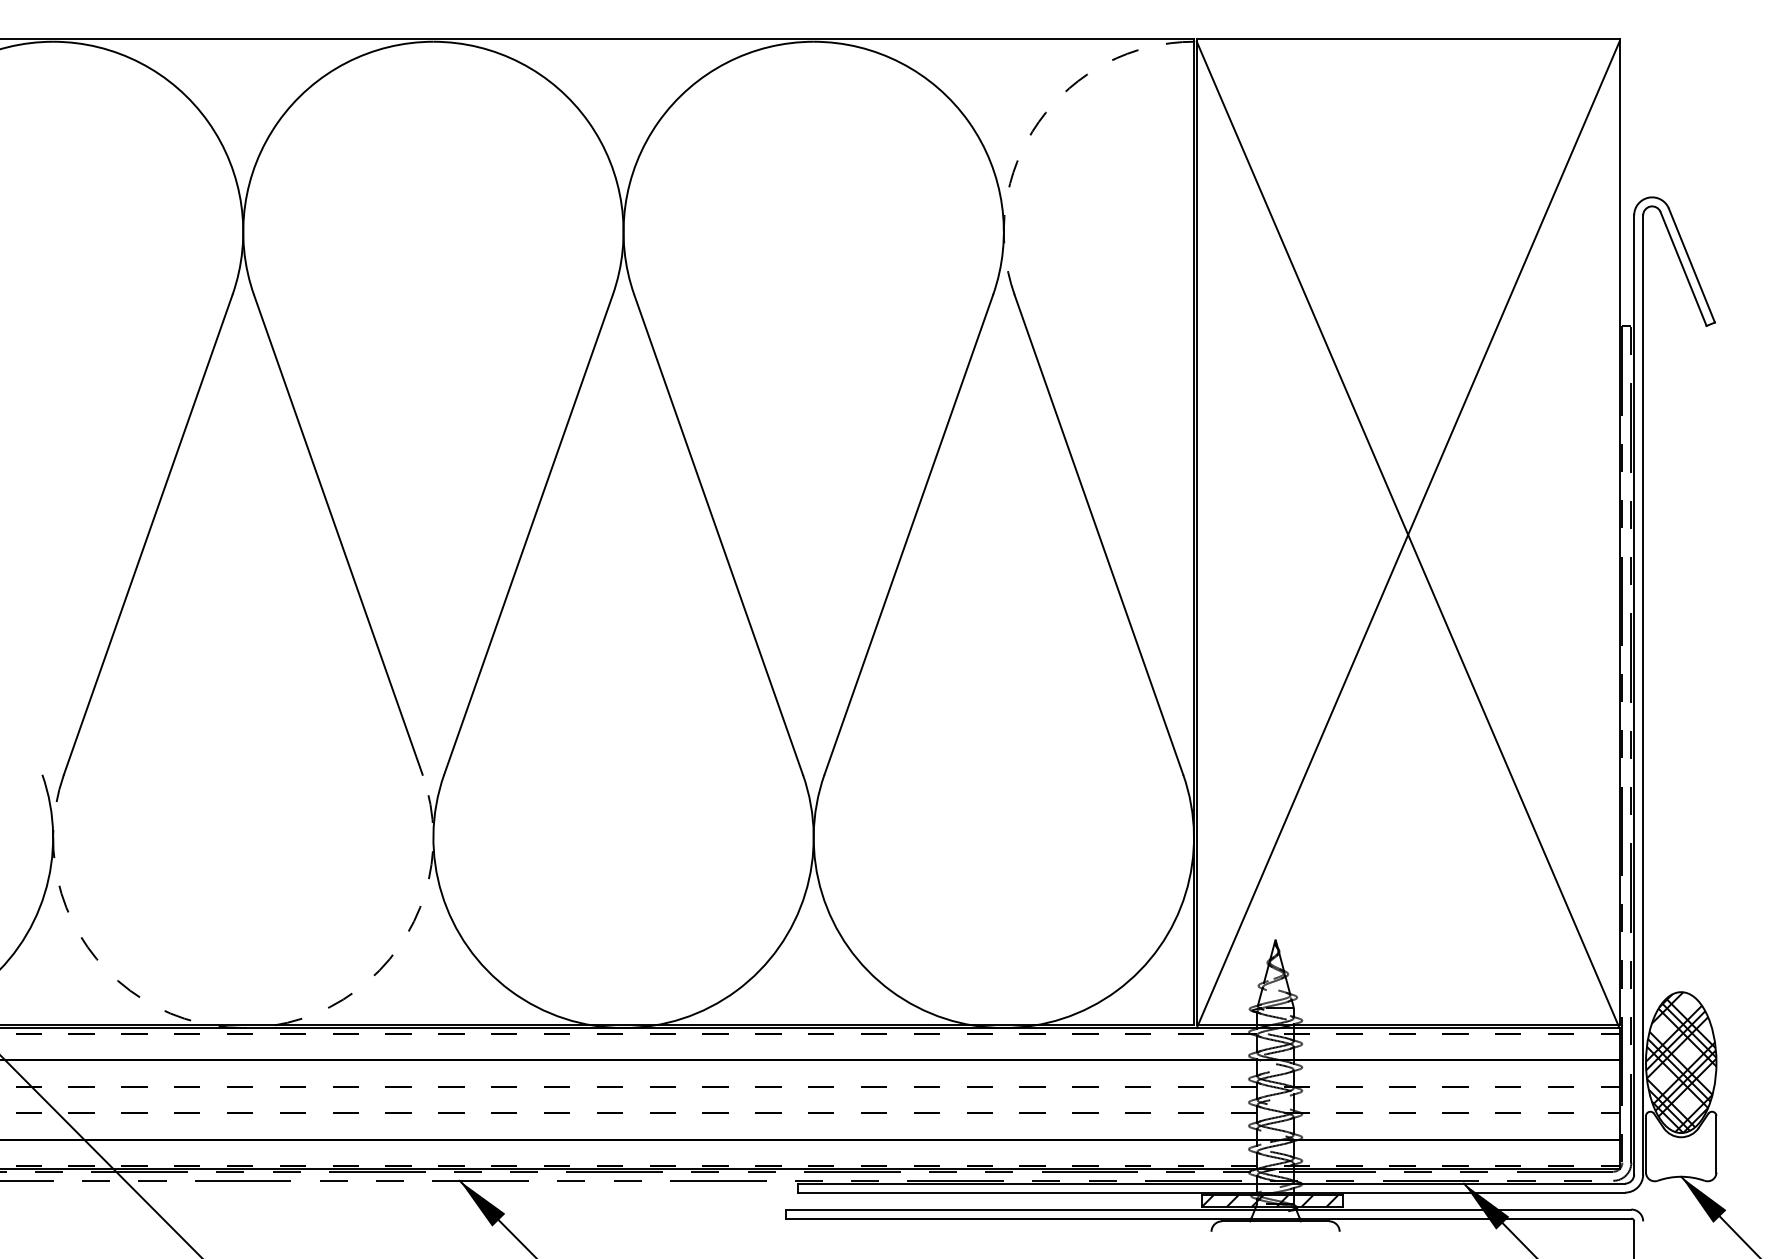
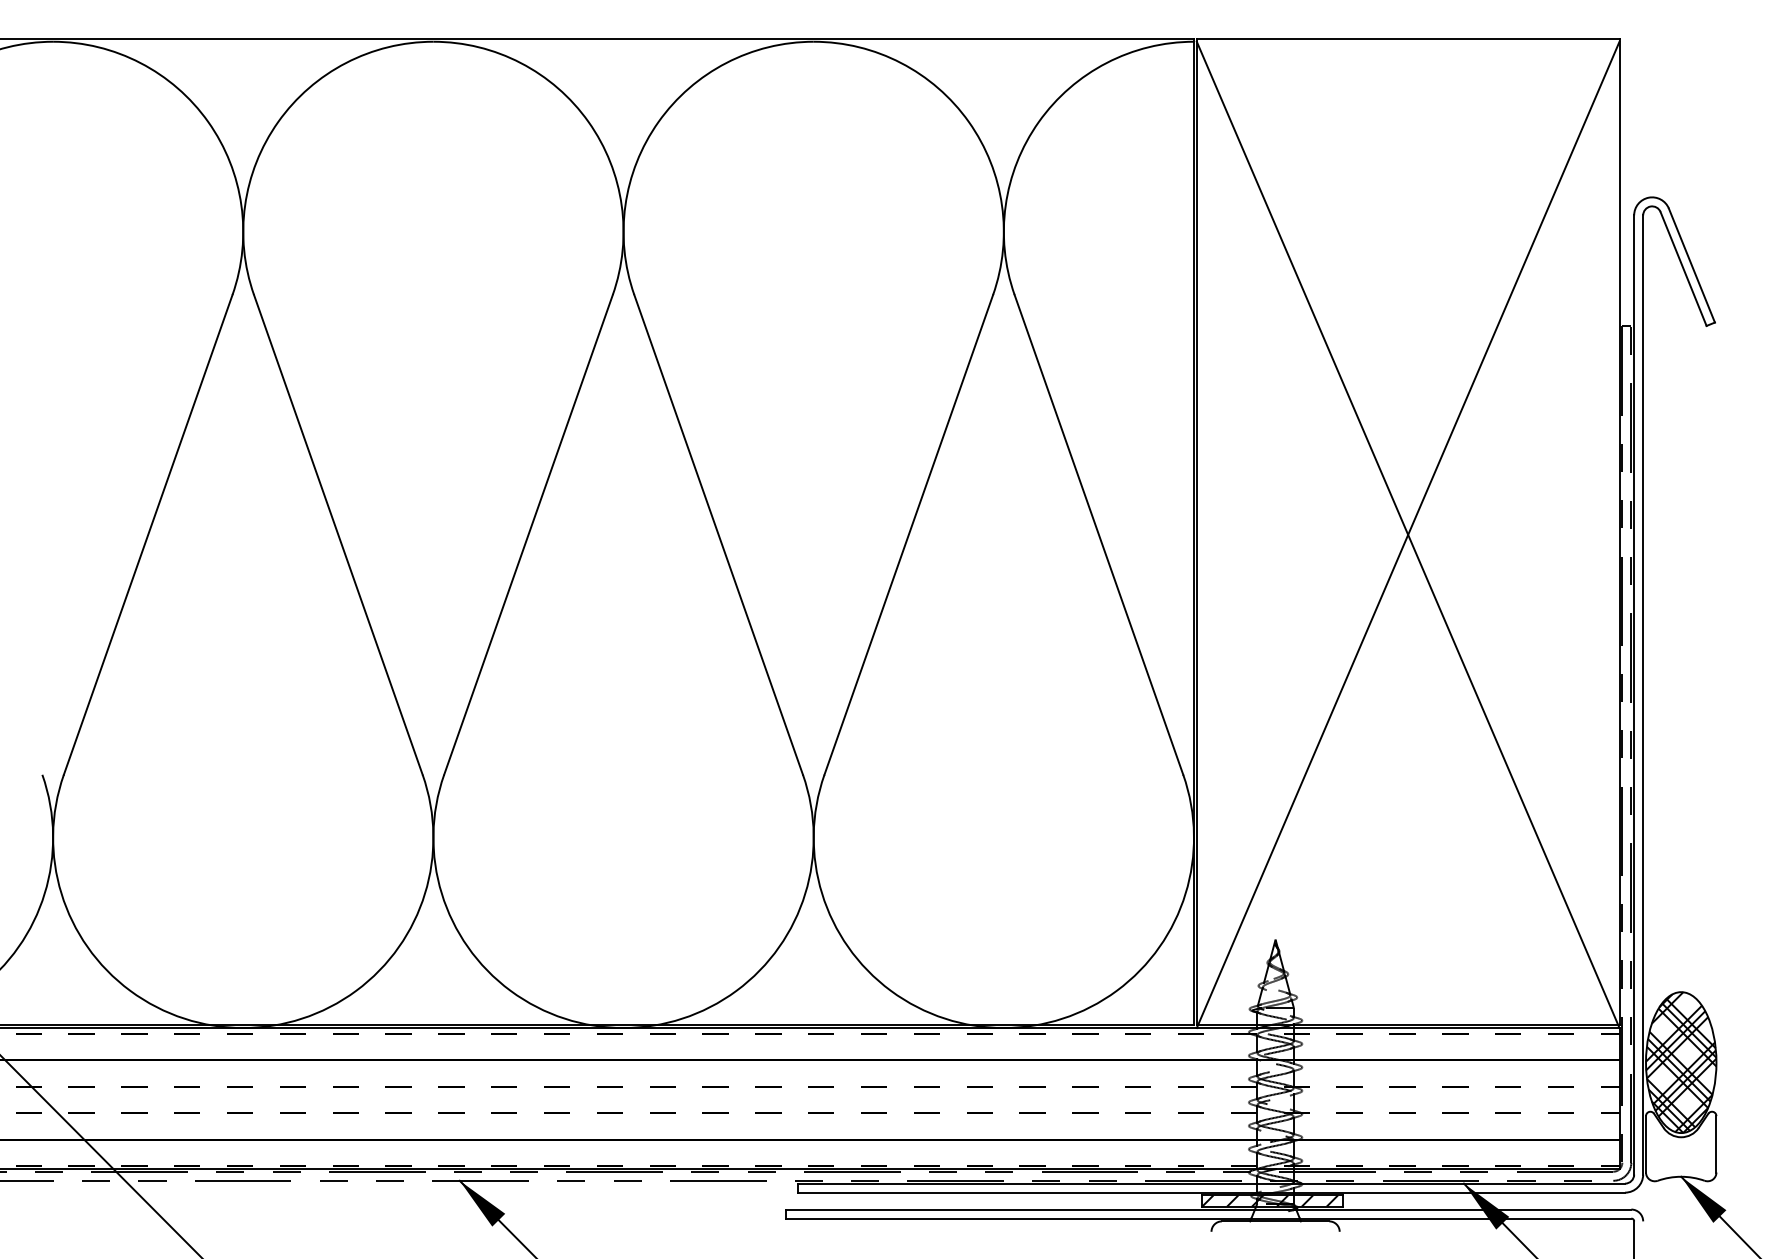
arc at (1038, 121): dashed -> solid
arc at (243, 1028): dashed -> solid
